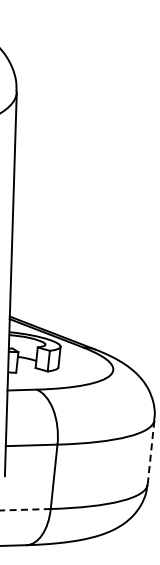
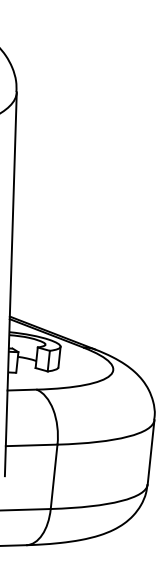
line at (151, 451): dashed -> solid
line at (25, 509): dashed -> solid
